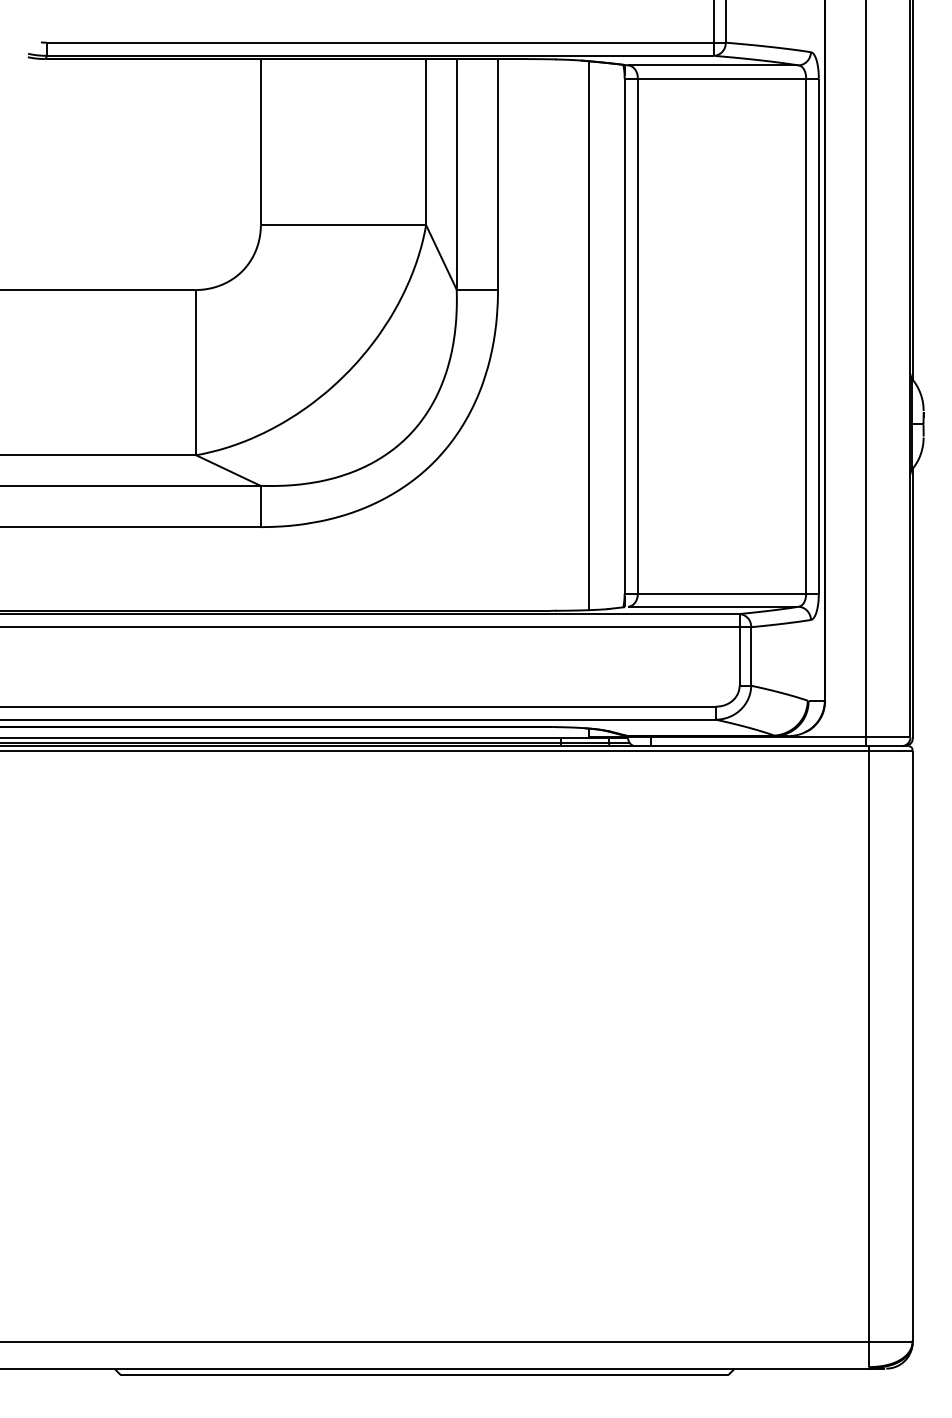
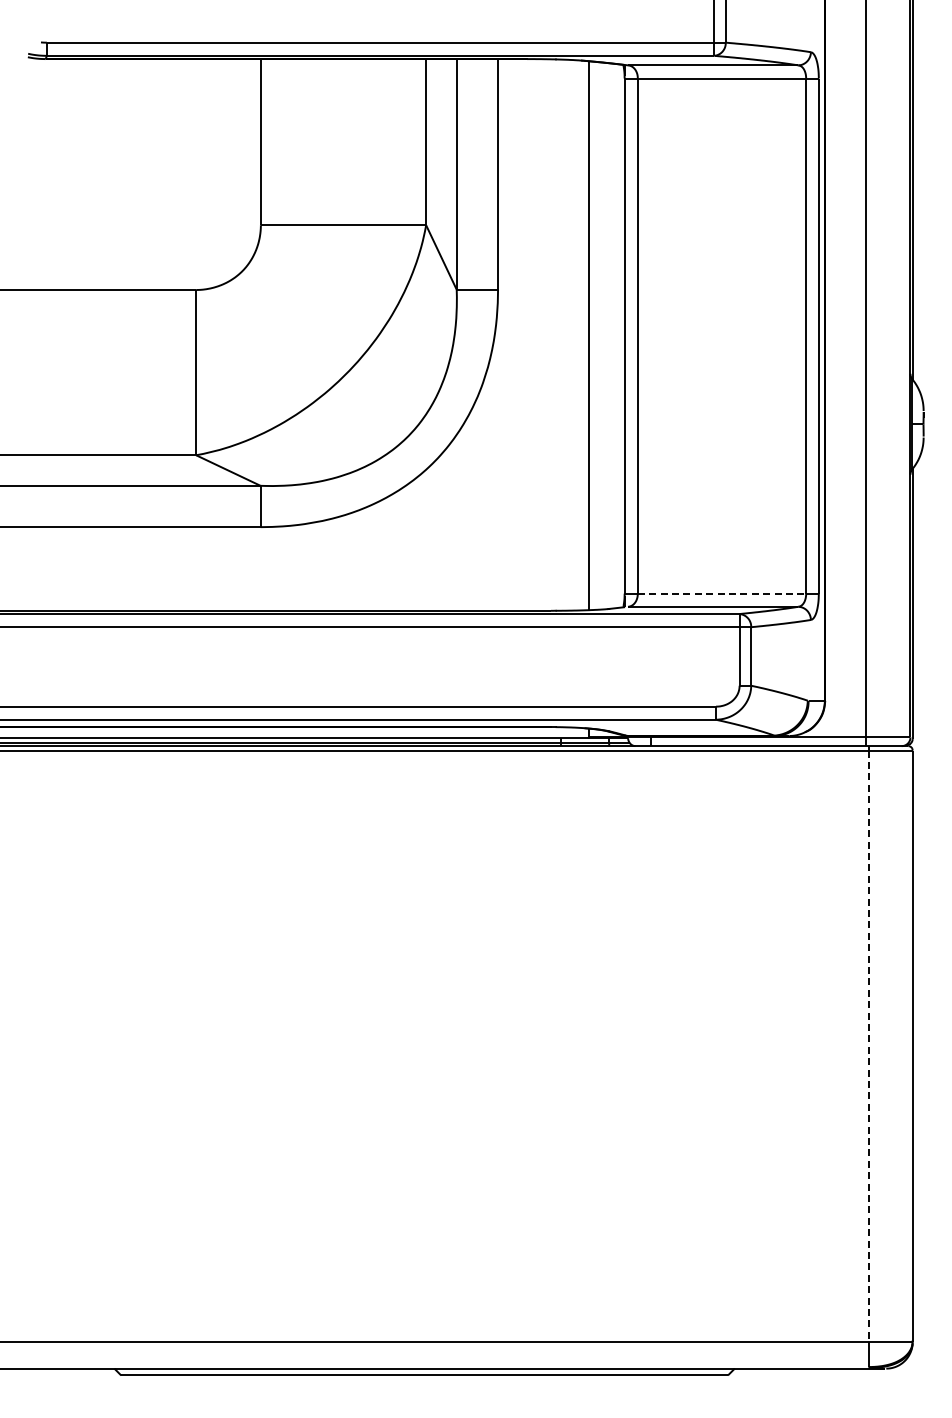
line at (722, 593): solid -> dashed
line at (868, 1046): solid -> dashed
